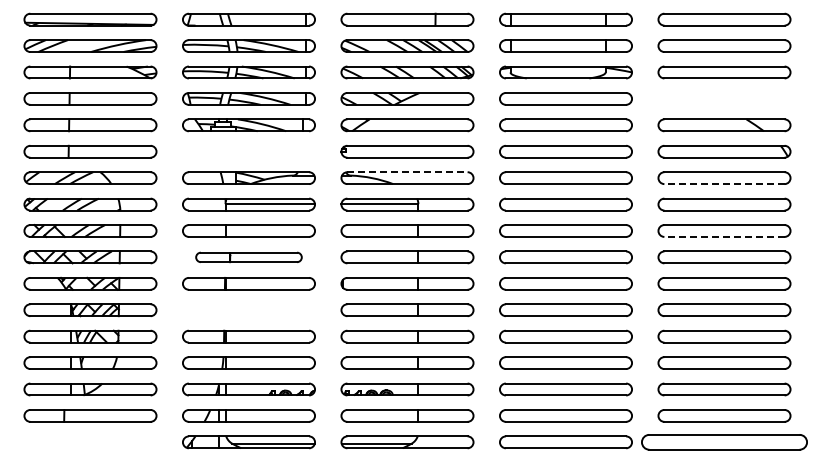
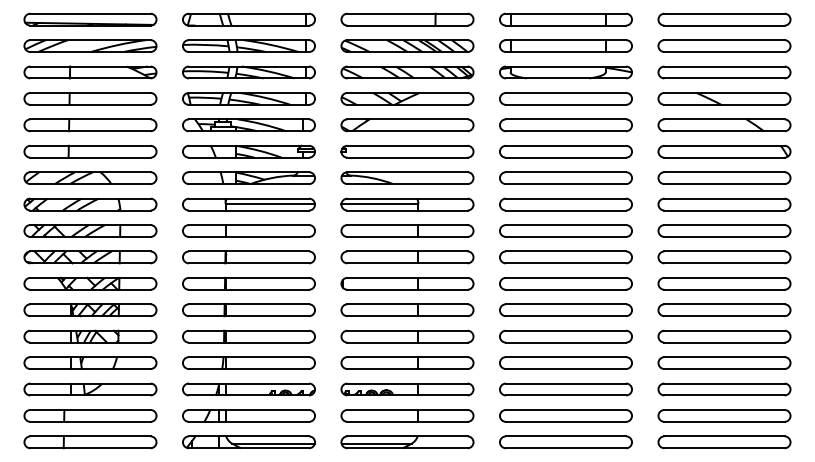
part at (724, 98): none -> present
part at (248, 151): none -> present
line at (407, 172): dashed -> solid
line at (724, 184): dashed -> solid
line at (724, 236): dashed -> solid
part at (248, 257) size: 108x13 px -> 134x15 px
part at (248, 310): none -> present
part at (90, 442): none -> present
part at (724, 442) size: 167x17 px -> 135x15 px
